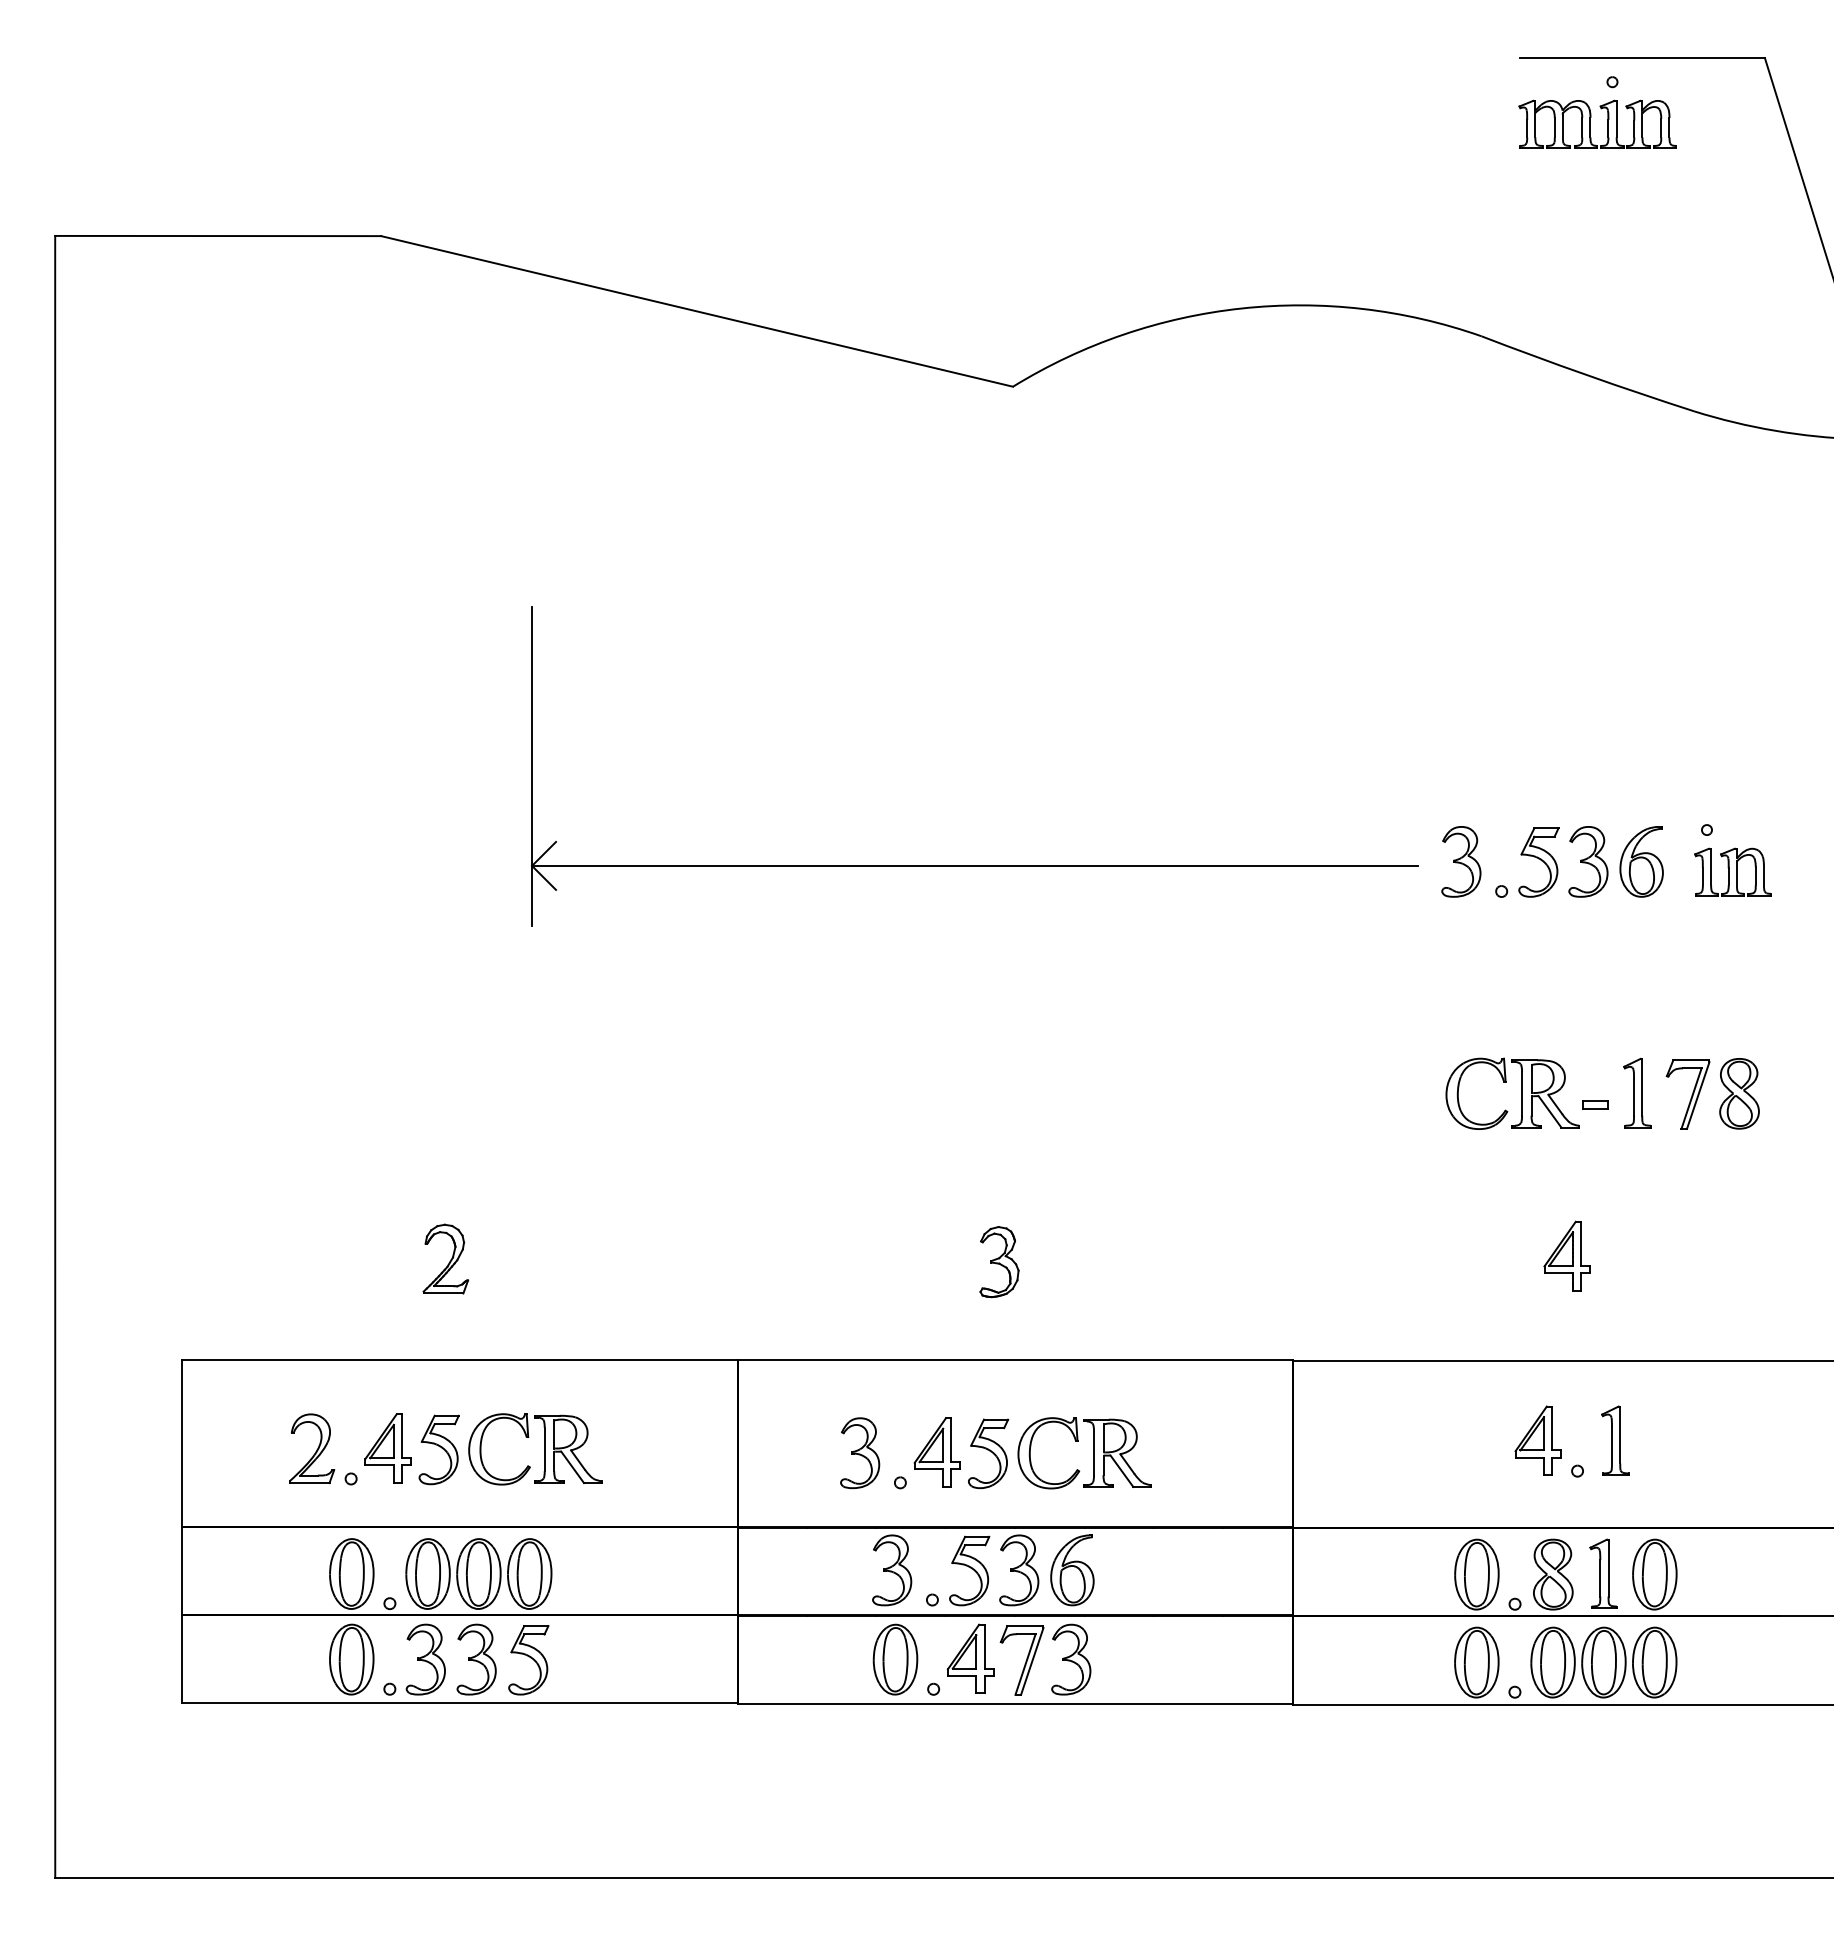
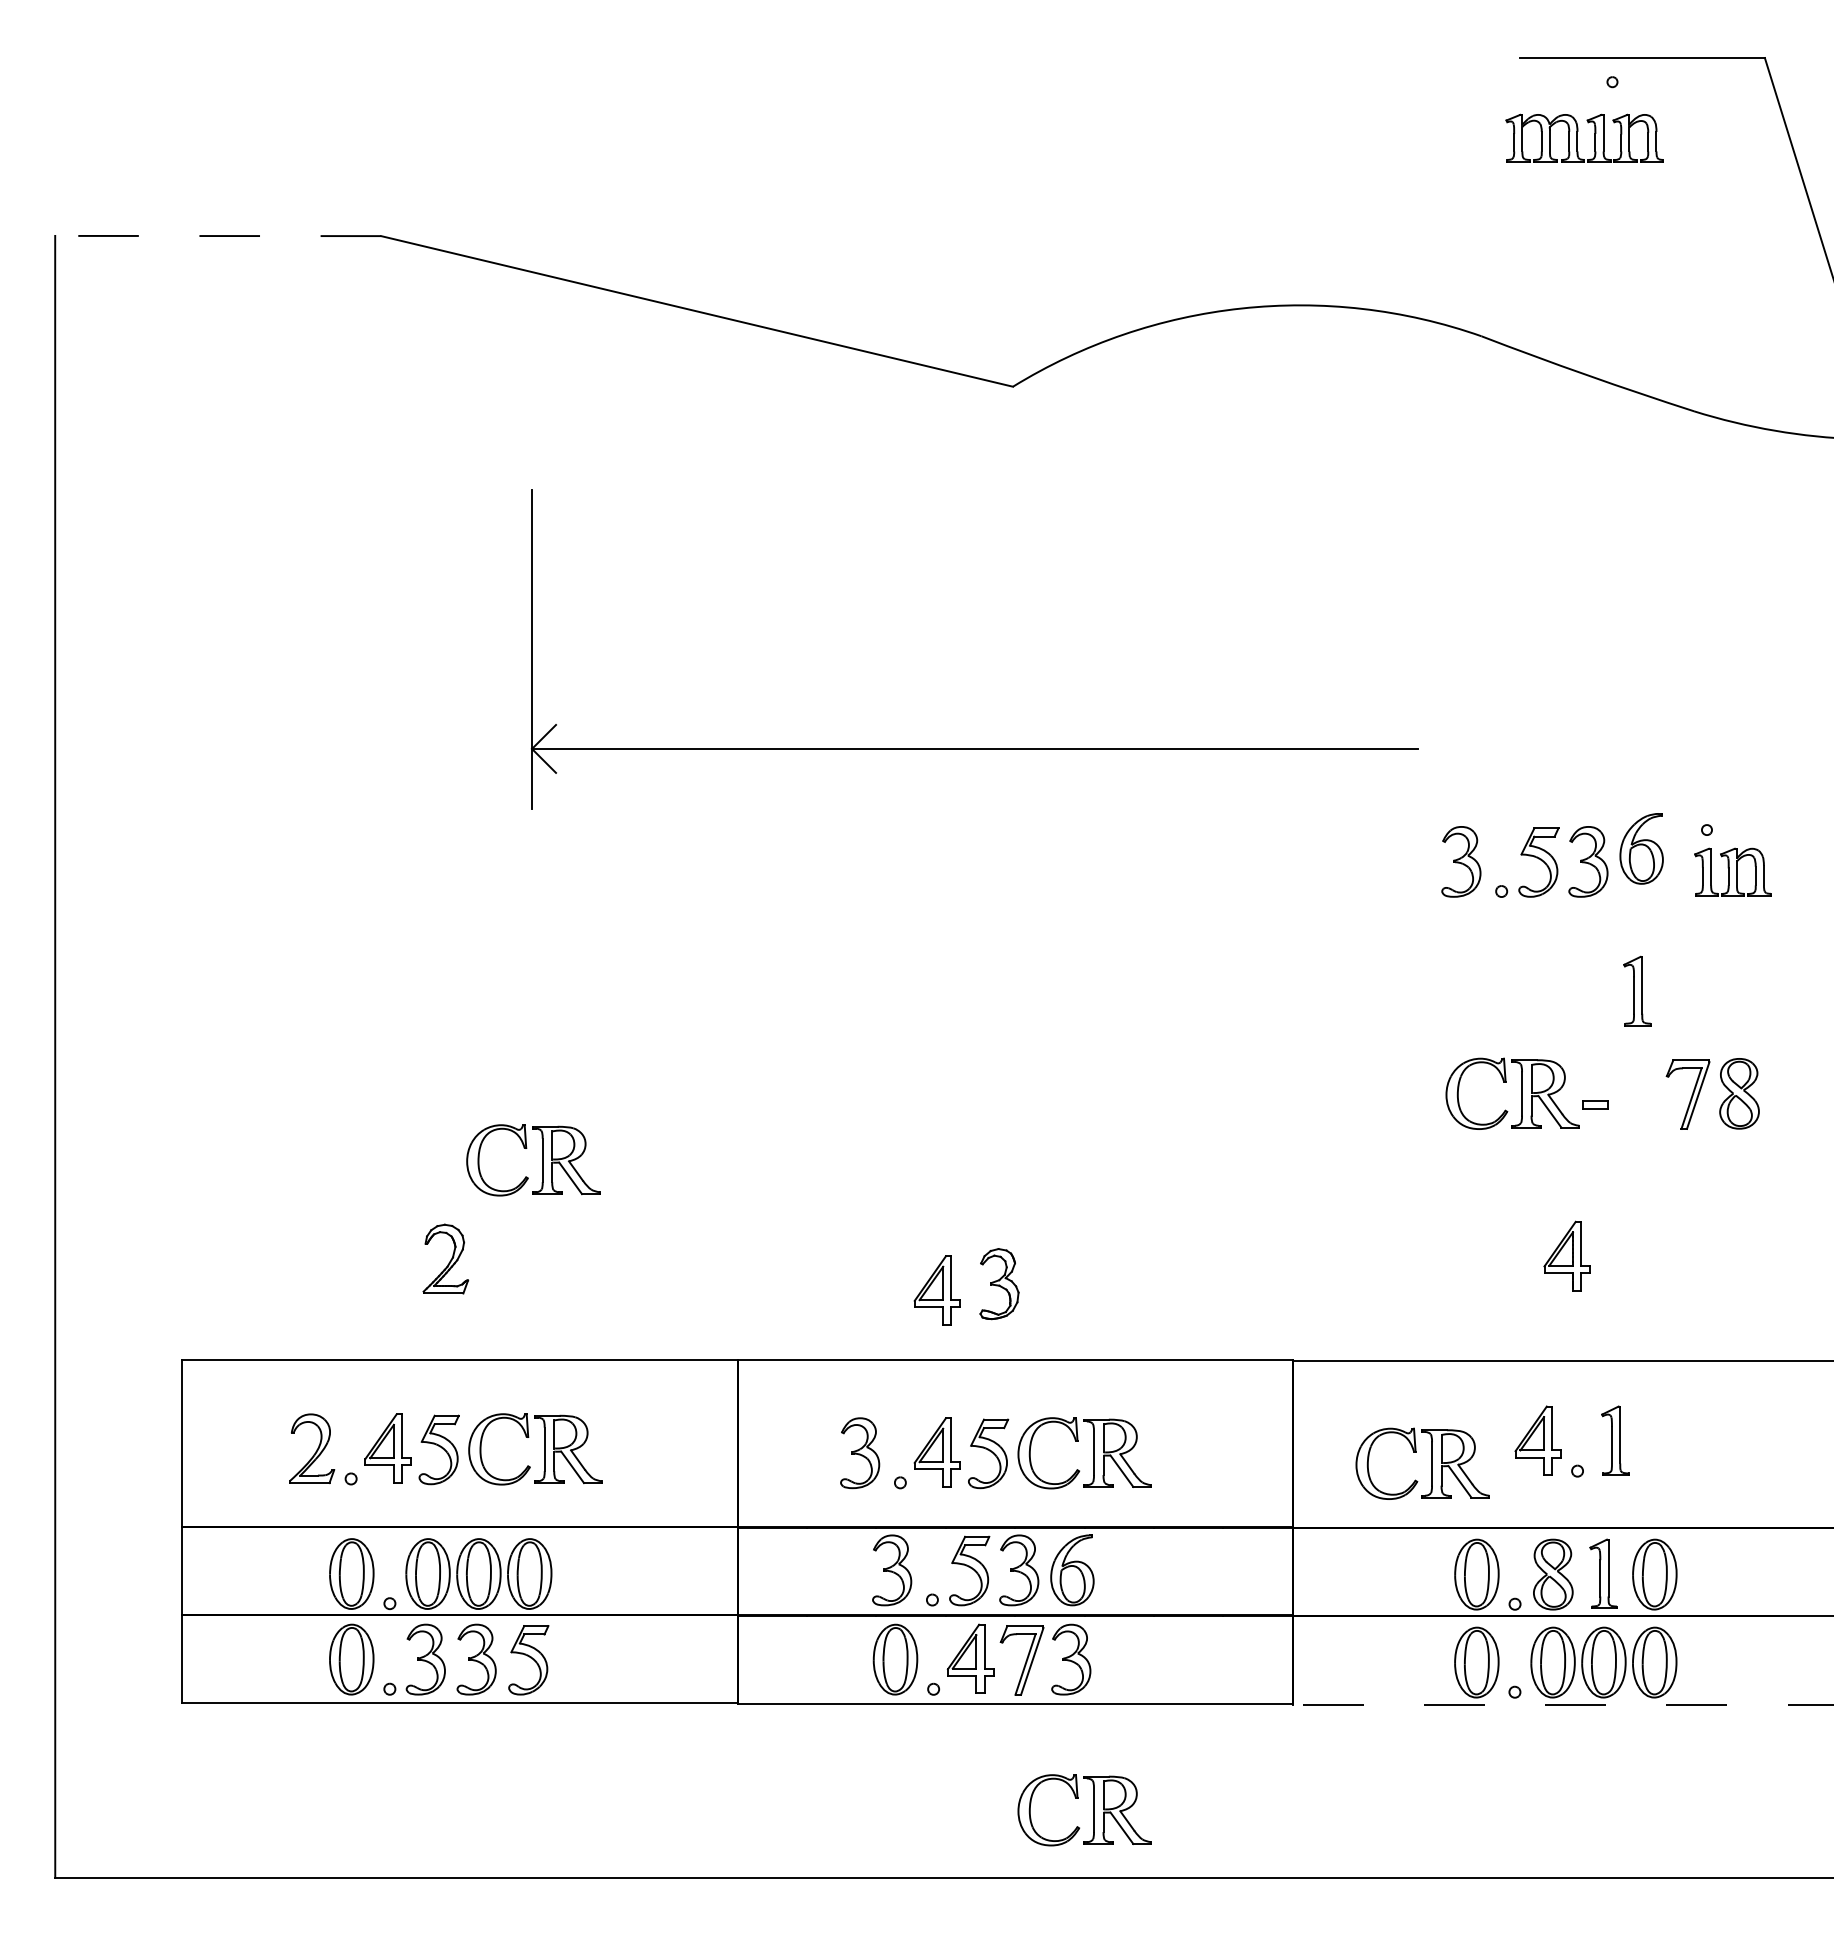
part at (1590, 123) position: (1590, 123) -> (1577, 137)
line at (218, 236): solid -> dashed
part at (1641, 861) position: (1641, 861) -> (1641, 848)
part at (974, 865) position: (974, 865) -> (974, 748)
part at (1637, 1092) position: (1637, 1092) -> (1637, 990)
part at (542, 1160): none -> present
part at (999, 1262) position: (999, 1262) -> (999, 1284)
part at (936, 1290): none -> present
part at (1431, 1463): none -> present
line at (1562, 1704): solid -> dashed
part at (1093, 1810): none -> present
